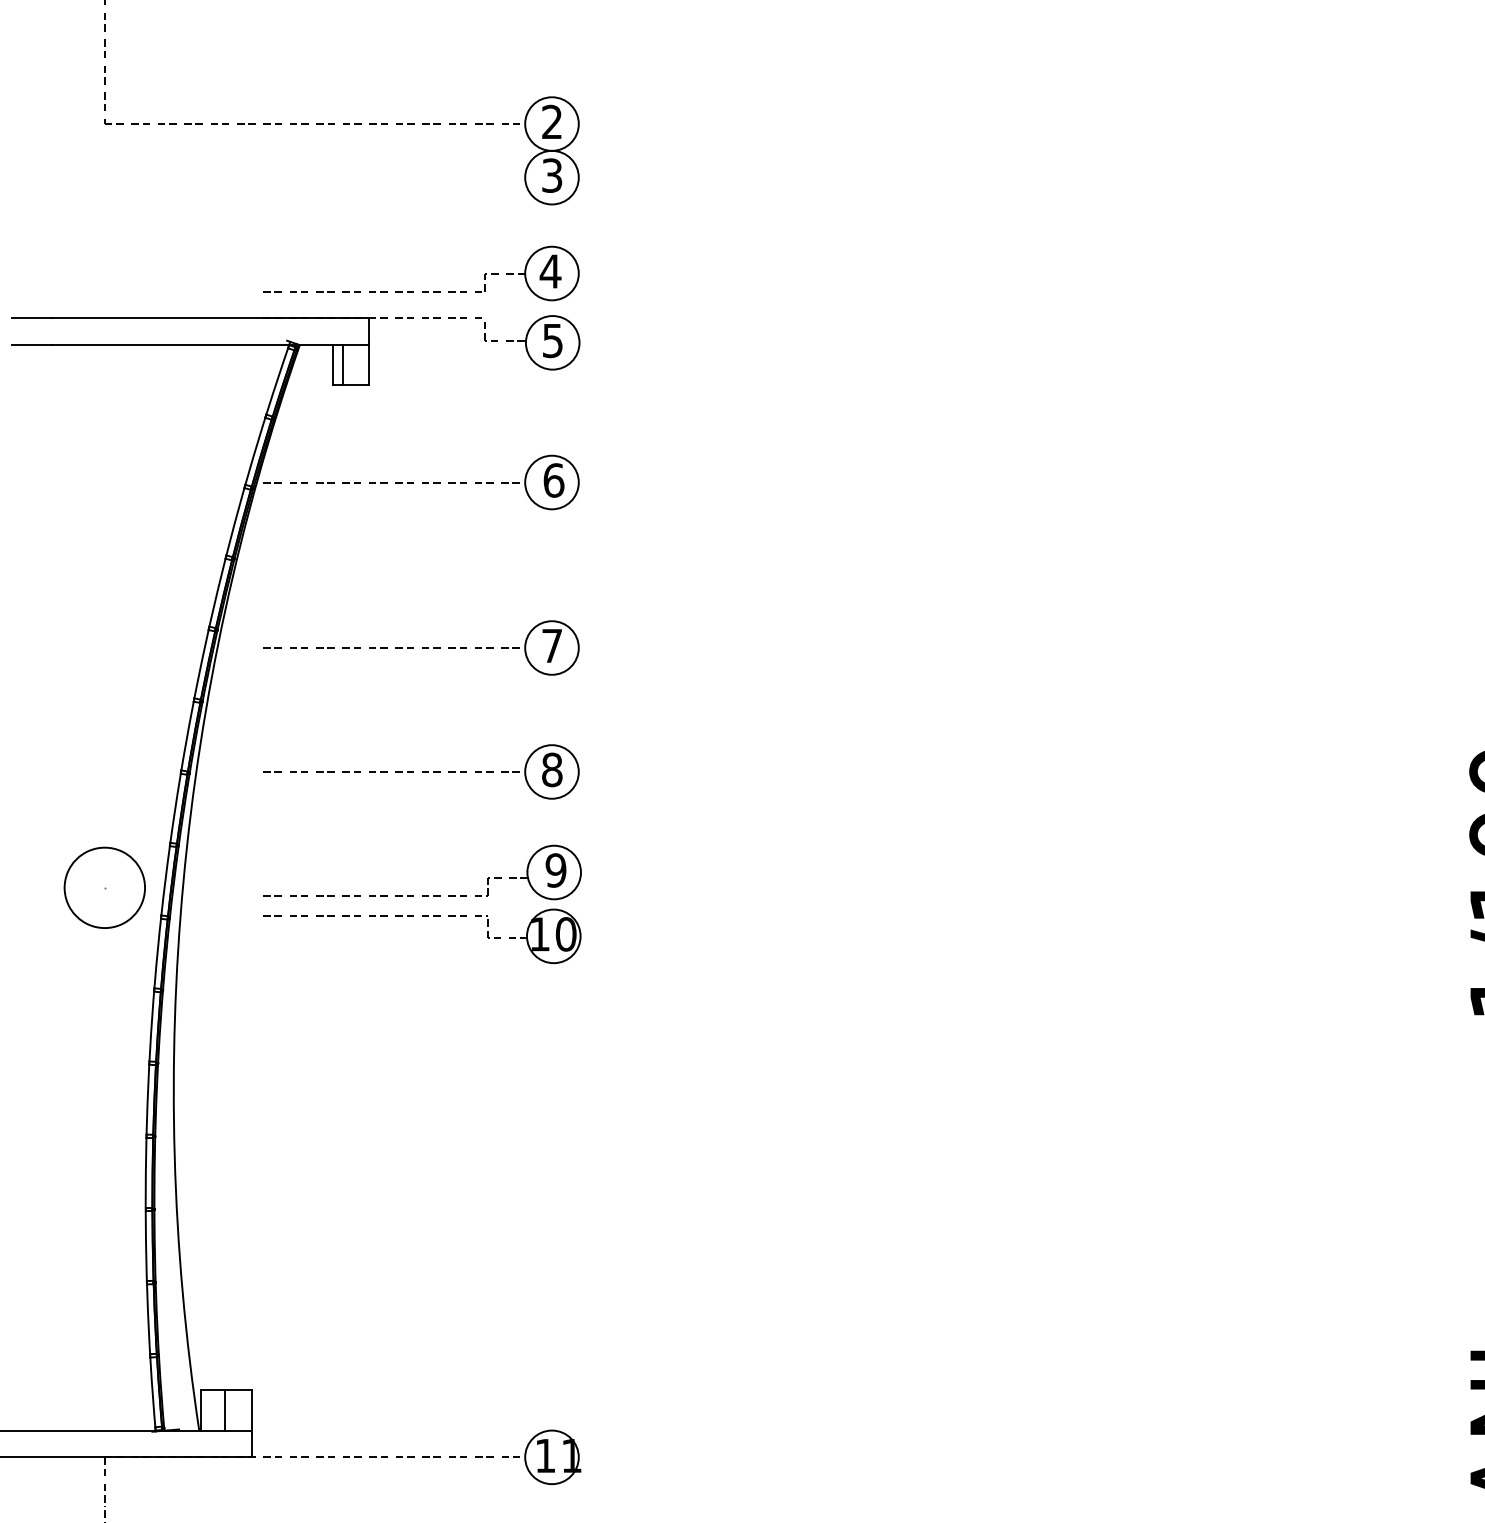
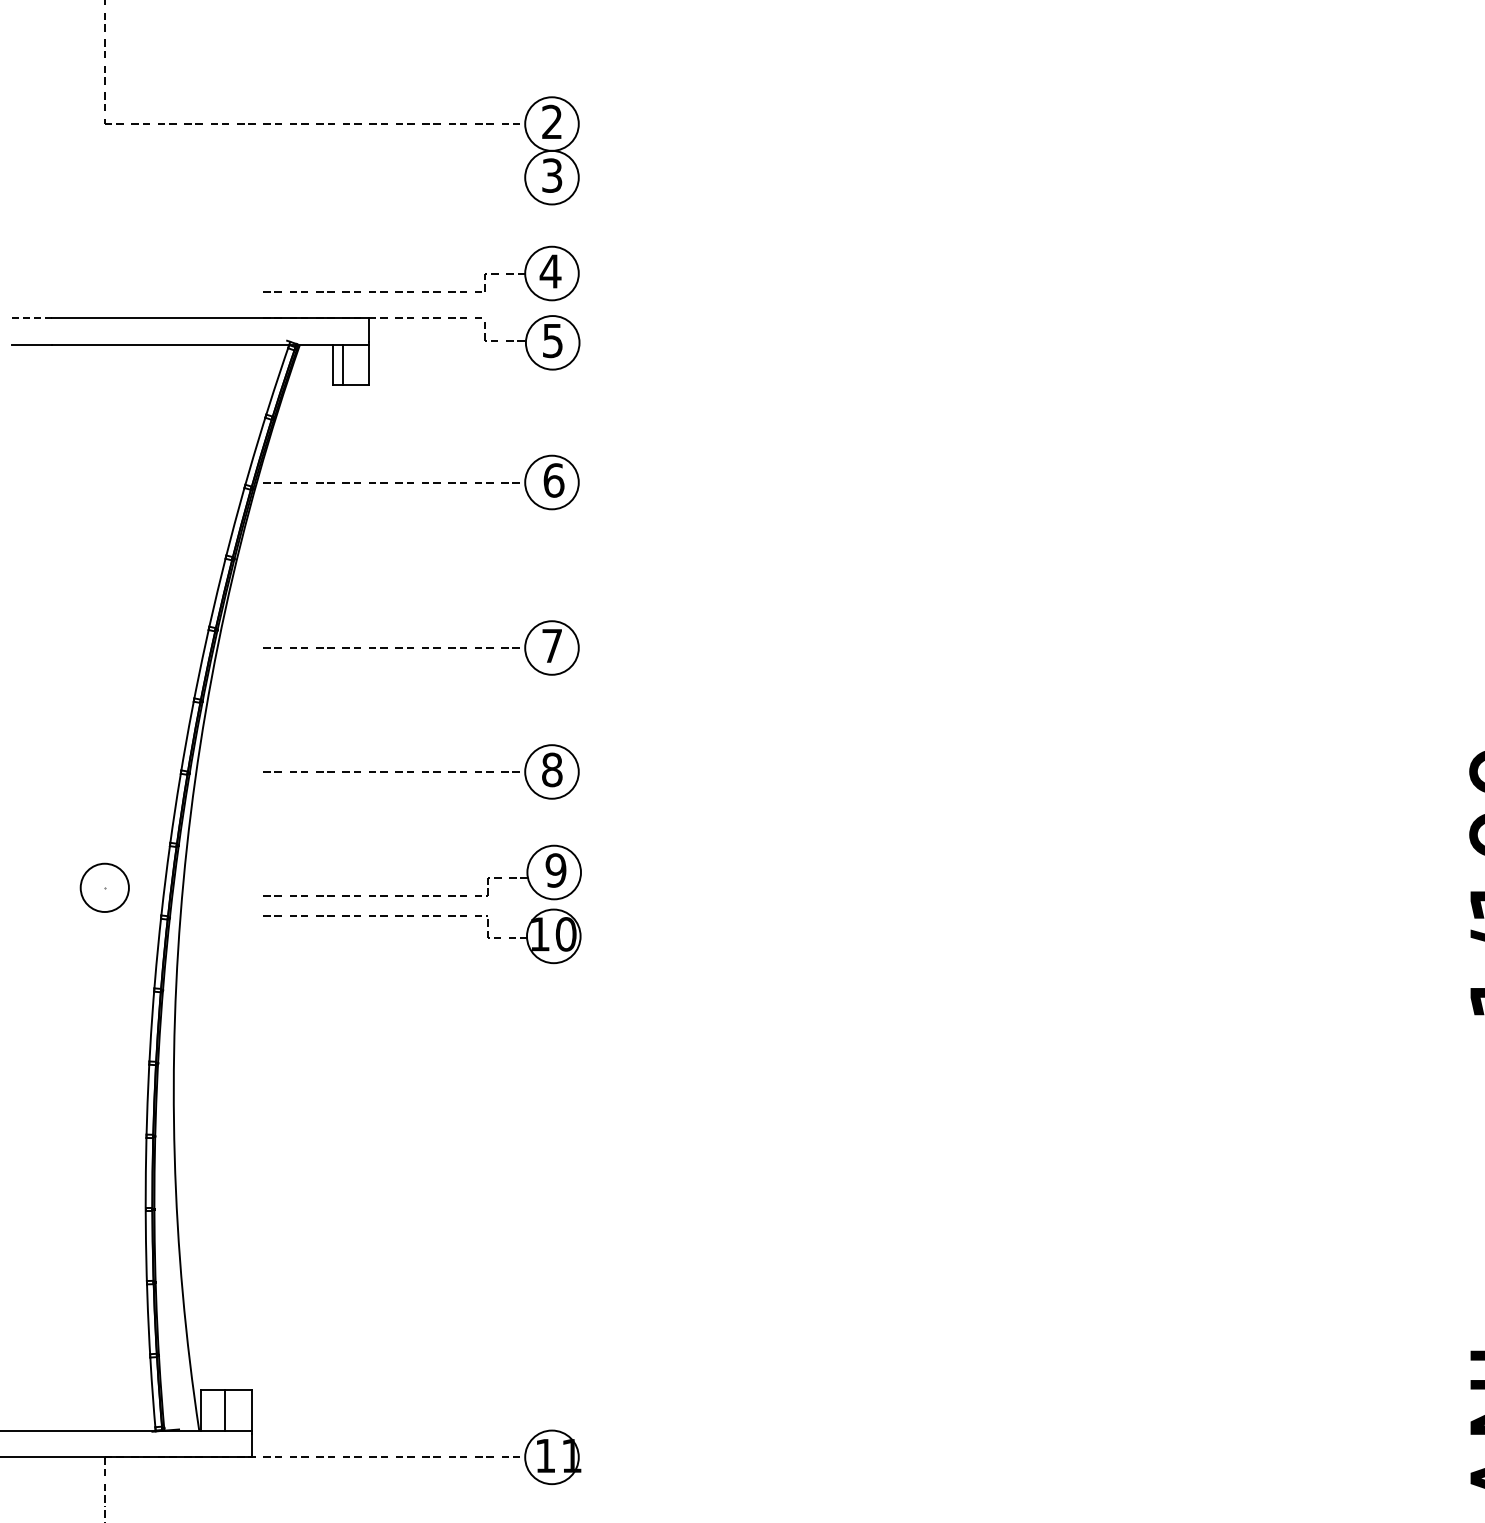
line at (31, 318): solid -> dashed
circle at (104, 887) diameter: 80 px -> 48 px
